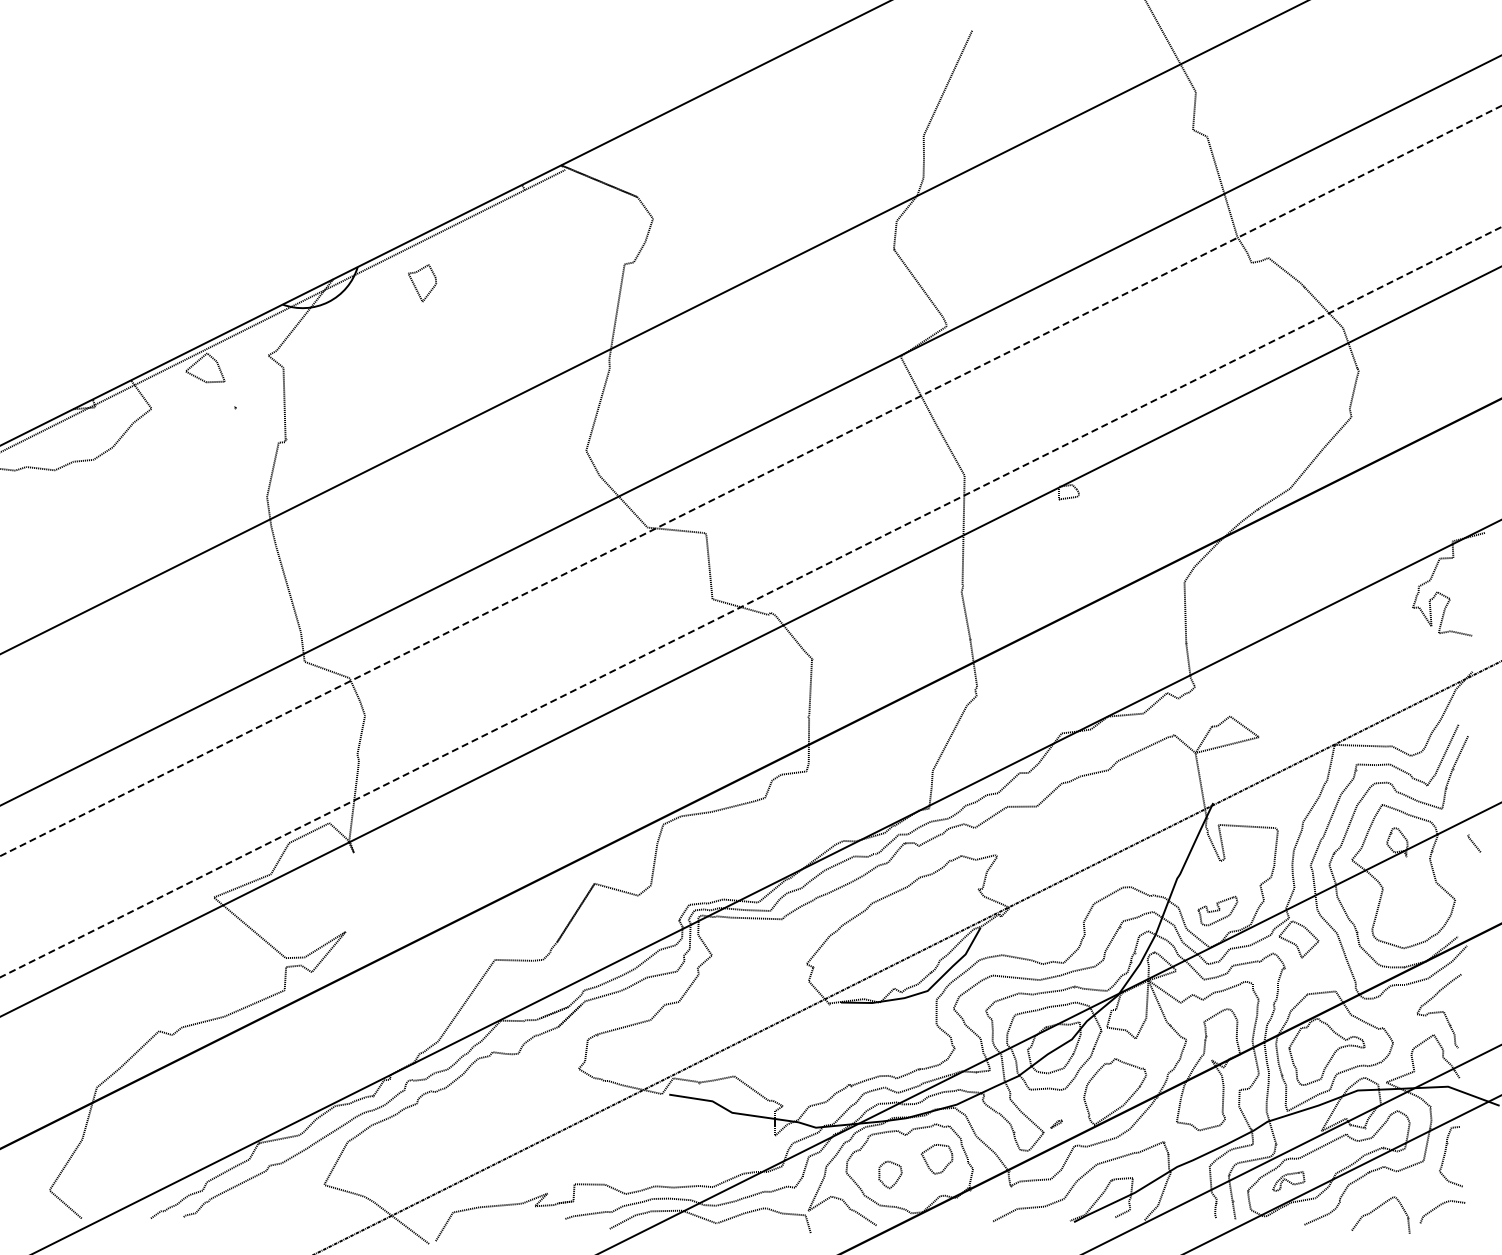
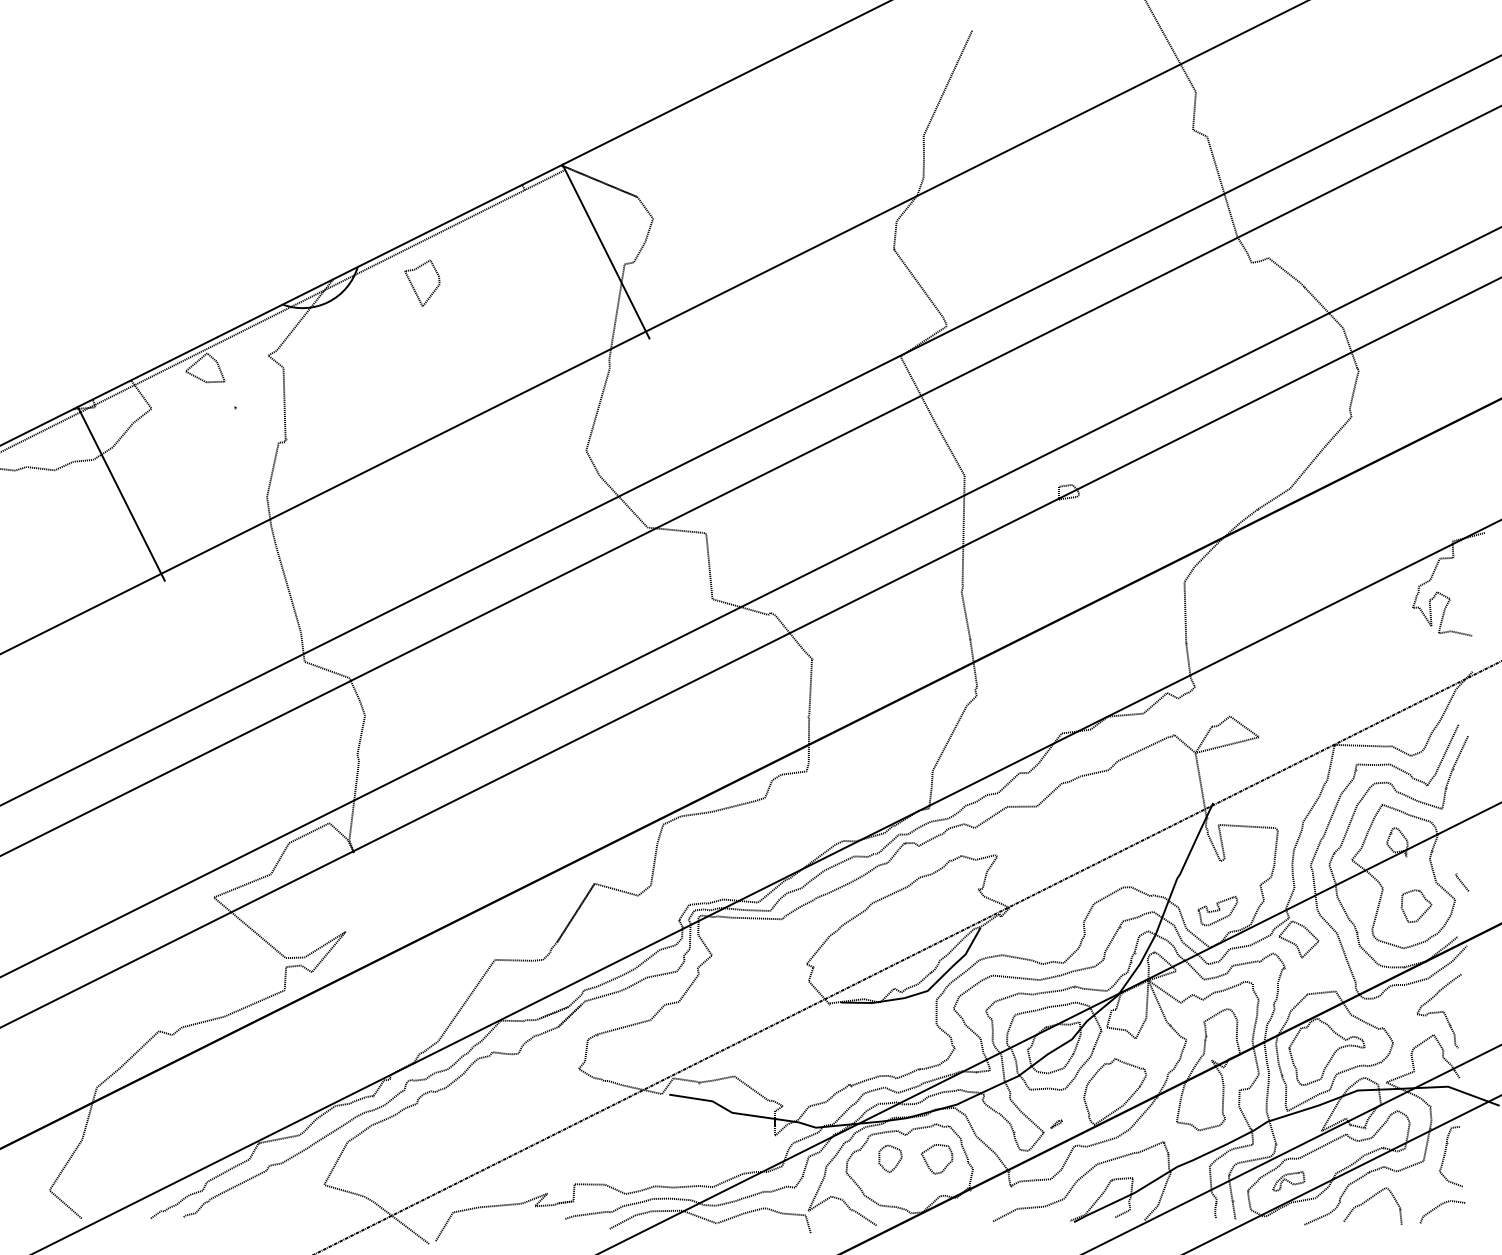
line at (605, 251): none -> present
part at (422, 283) size: 30x39 px -> 37x48 px
line at (751, 480): dashed -> solid
line at (120, 493): none -> present
line at (750, 602): dashed -> solid
line at (750, 641) position: (750, 641) -> (750, 652)
line at (1474, 843) position: (1474, 843) -> (1462, 882)
part at (1416, 905): none -> present
part at (890, 1174) position: (890, 1174) -> (890, 1158)
curve at (1378, 1208) position: (1378, 1208) -> (1370, 1199)
